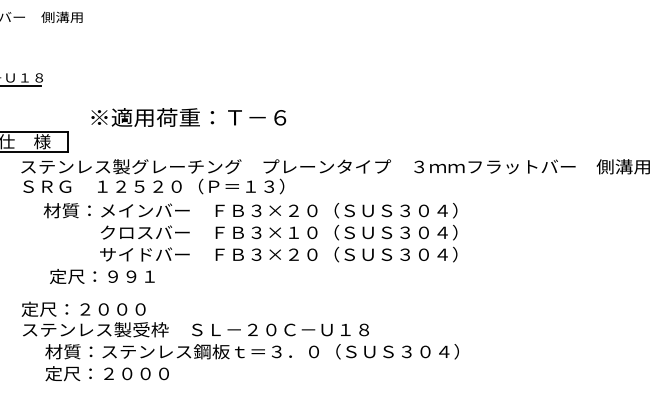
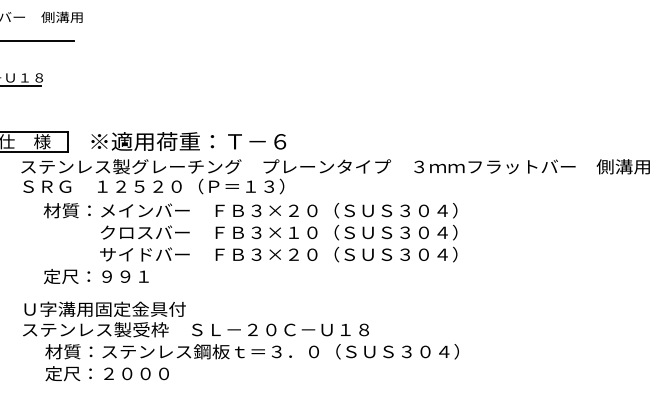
line at (37, 40): none -> present
text at (188, 117) position: (188, 117) -> (188, 141)
text at (102, 276) position: (102, 276) -> (96, 276)
text at (103, 308): 定尺：２０００ -> Ｕ字溝用固定金具付
